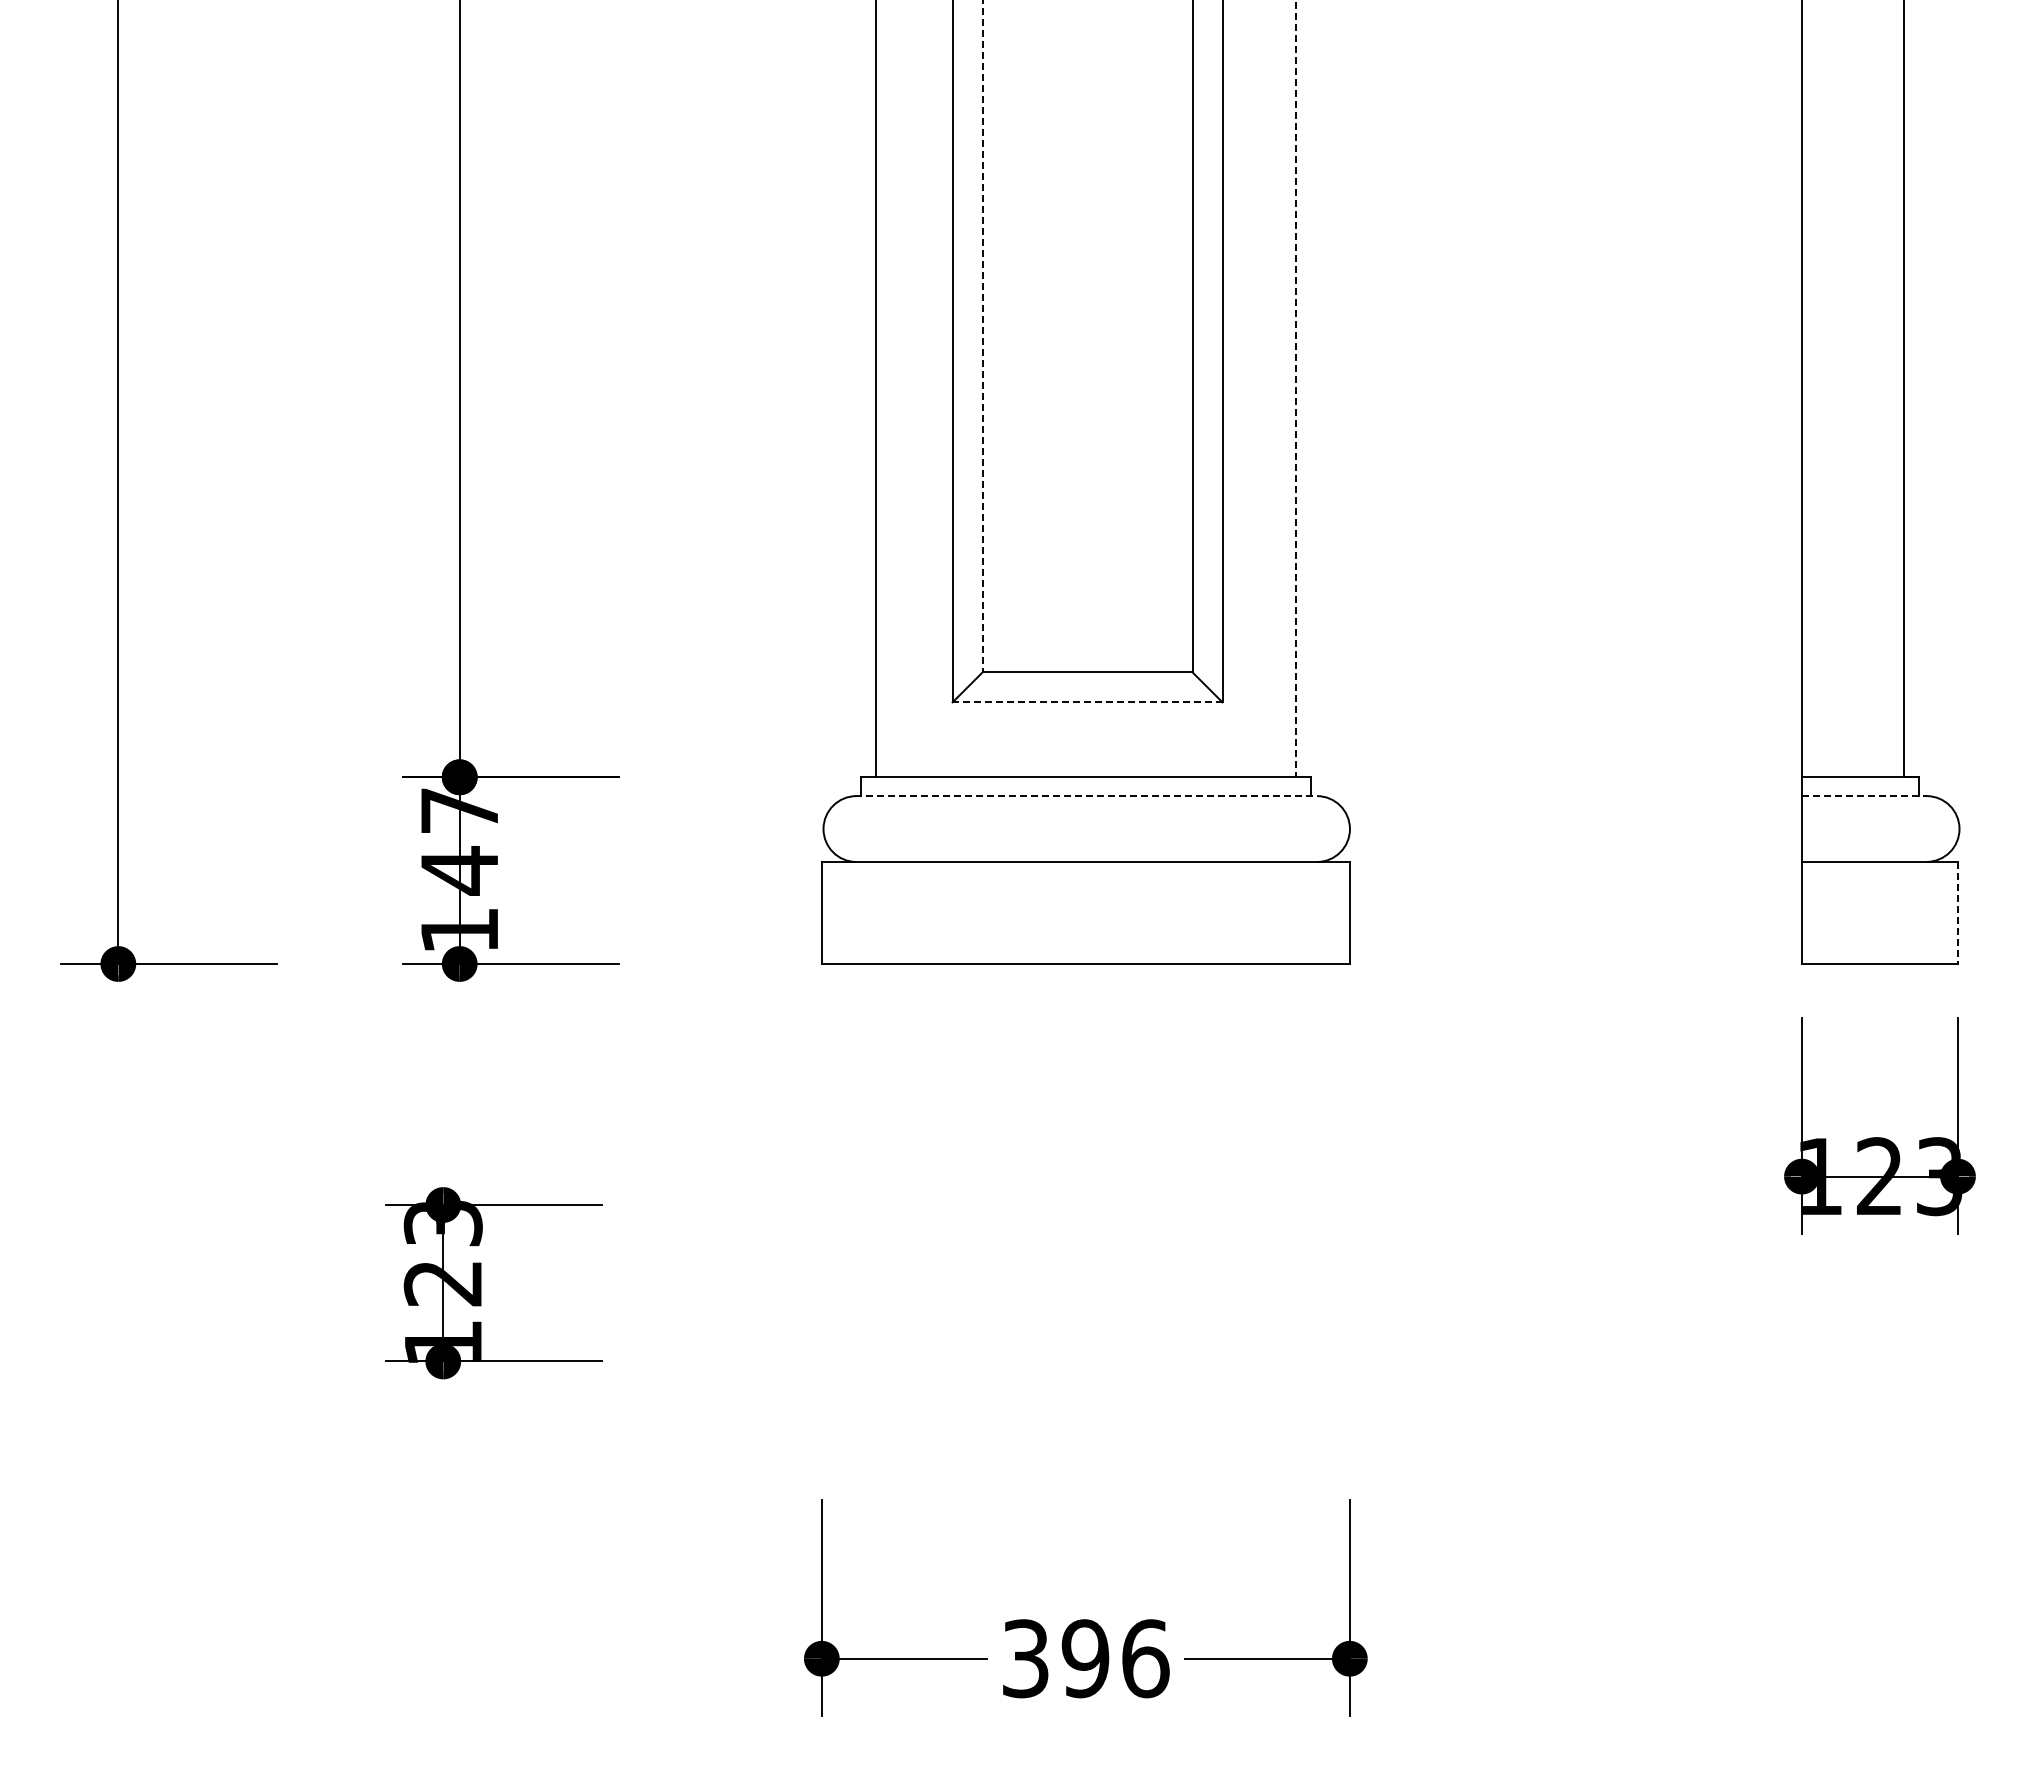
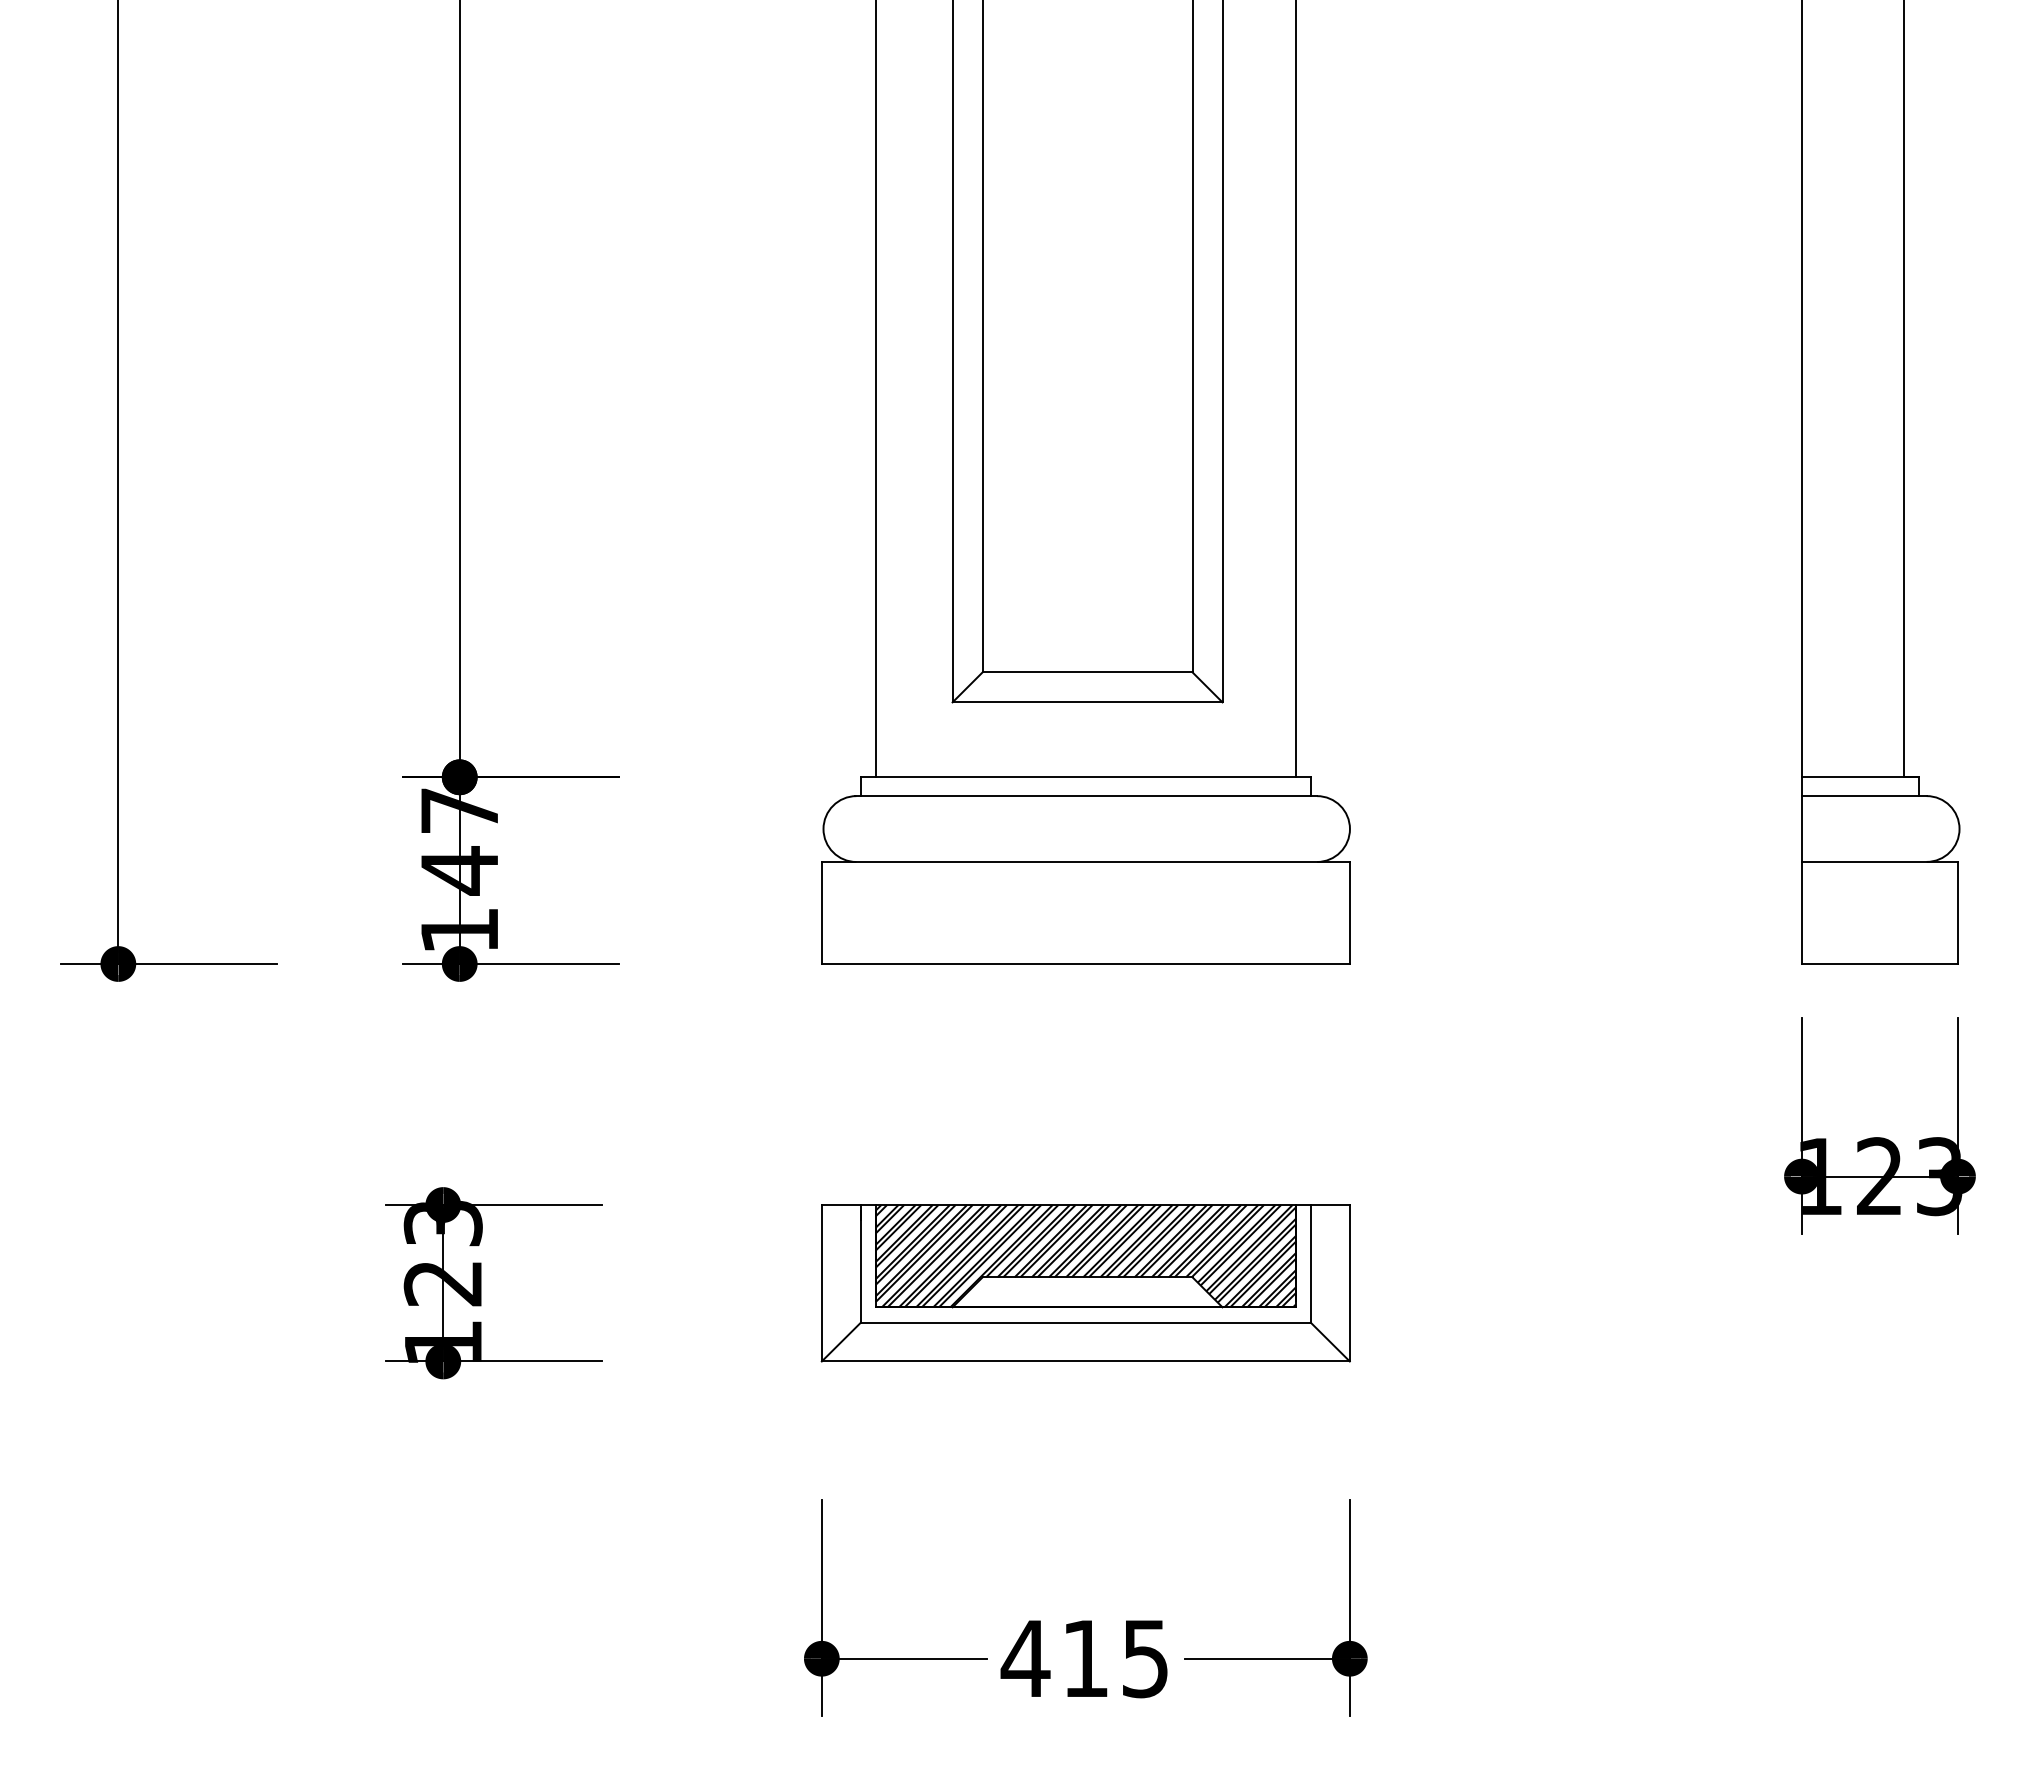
line at (982, 336): dashed -> solid
line at (1295, 389): dashed -> solid
line at (1087, 702): dashed -> solid
line at (1086, 796): dashed -> solid
line at (1864, 796): dashed -> solid
line at (1958, 913): dashed -> solid
part at (1085, 1283): none -> present
text at (1084, 1658): 396 -> 415
